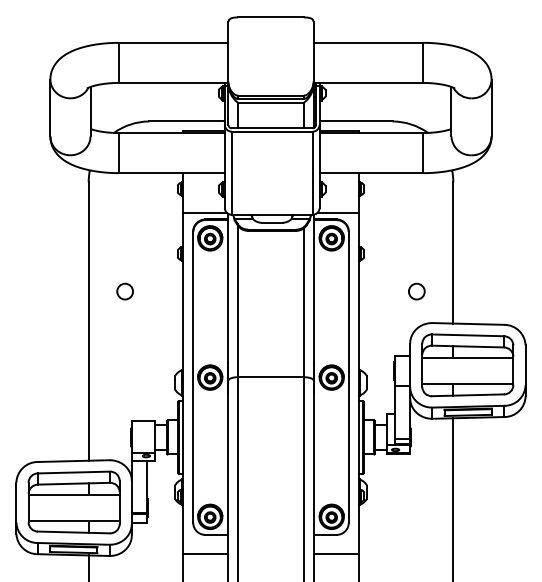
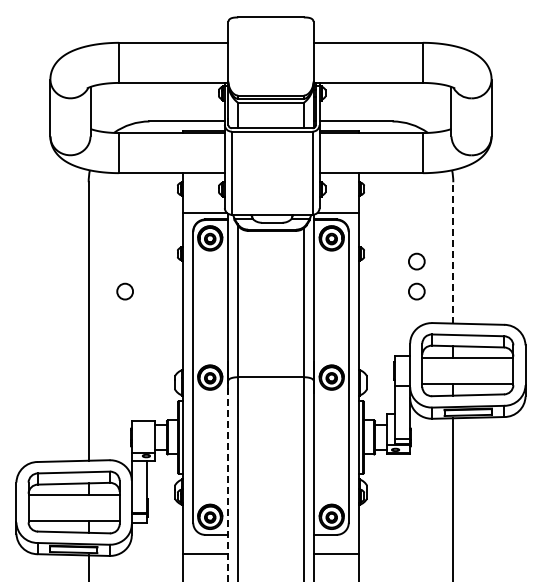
line at (453, 252): solid -> dashed
circle at (416, 261): none -> present
line at (228, 480): solid -> dashed
